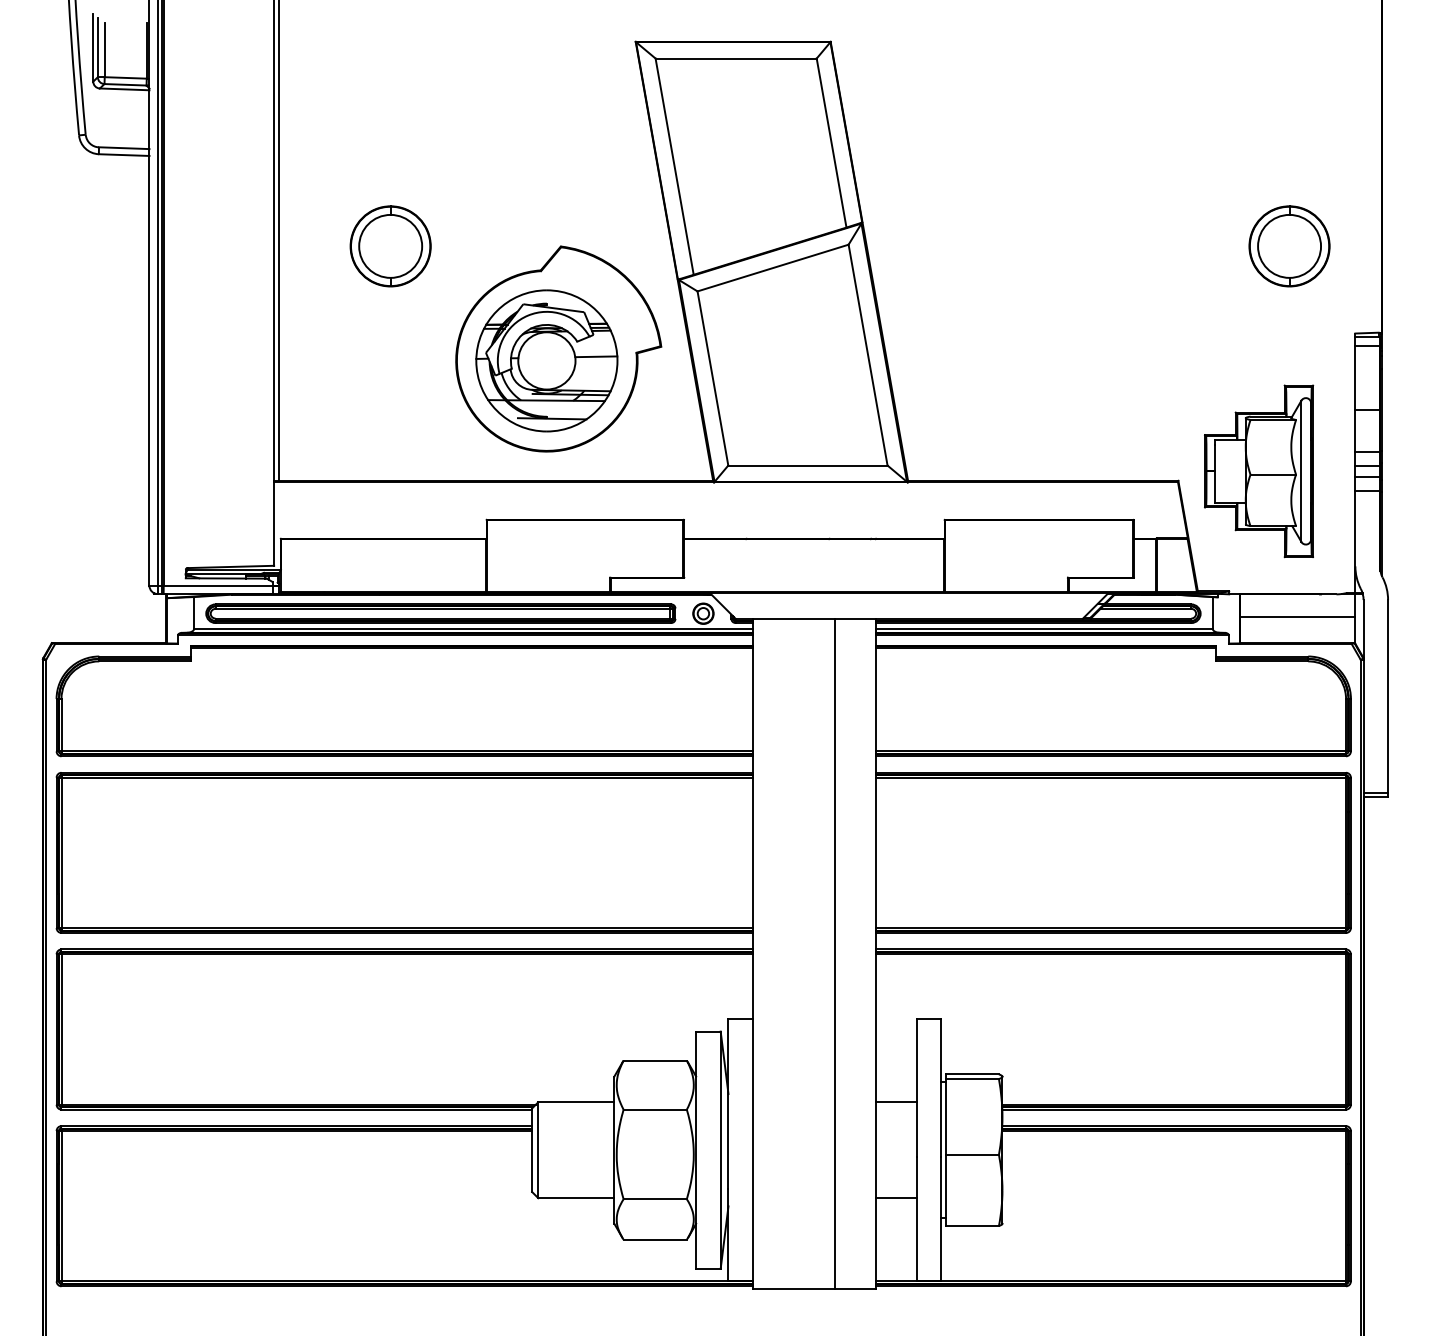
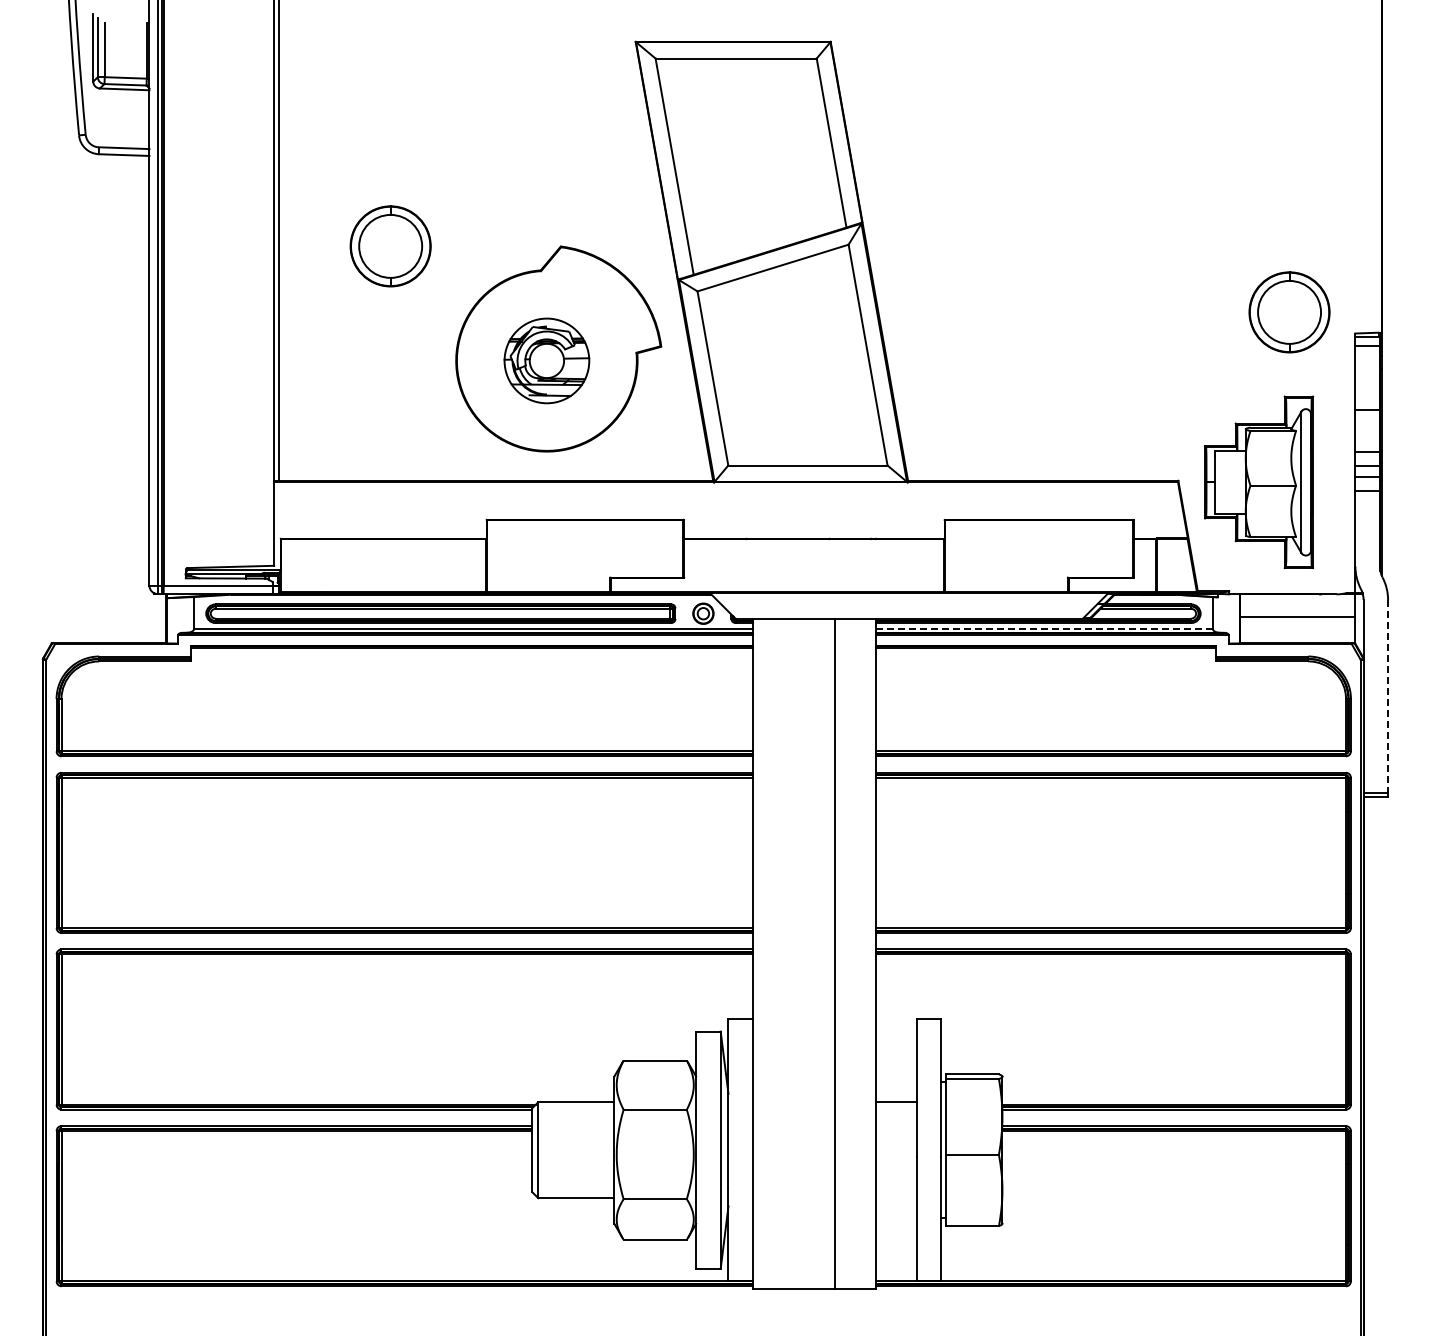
part at (1289, 246) position: (1289, 246) -> (1289, 312)
part at (546, 360) size: 144x144 px -> 88x88 px
part at (1259, 471) position: (1259, 471) -> (1259, 482)
line at (1044, 628): solid -> dashed
line at (1388, 696): solid -> dashed
line at (895, 1198): present -> none
